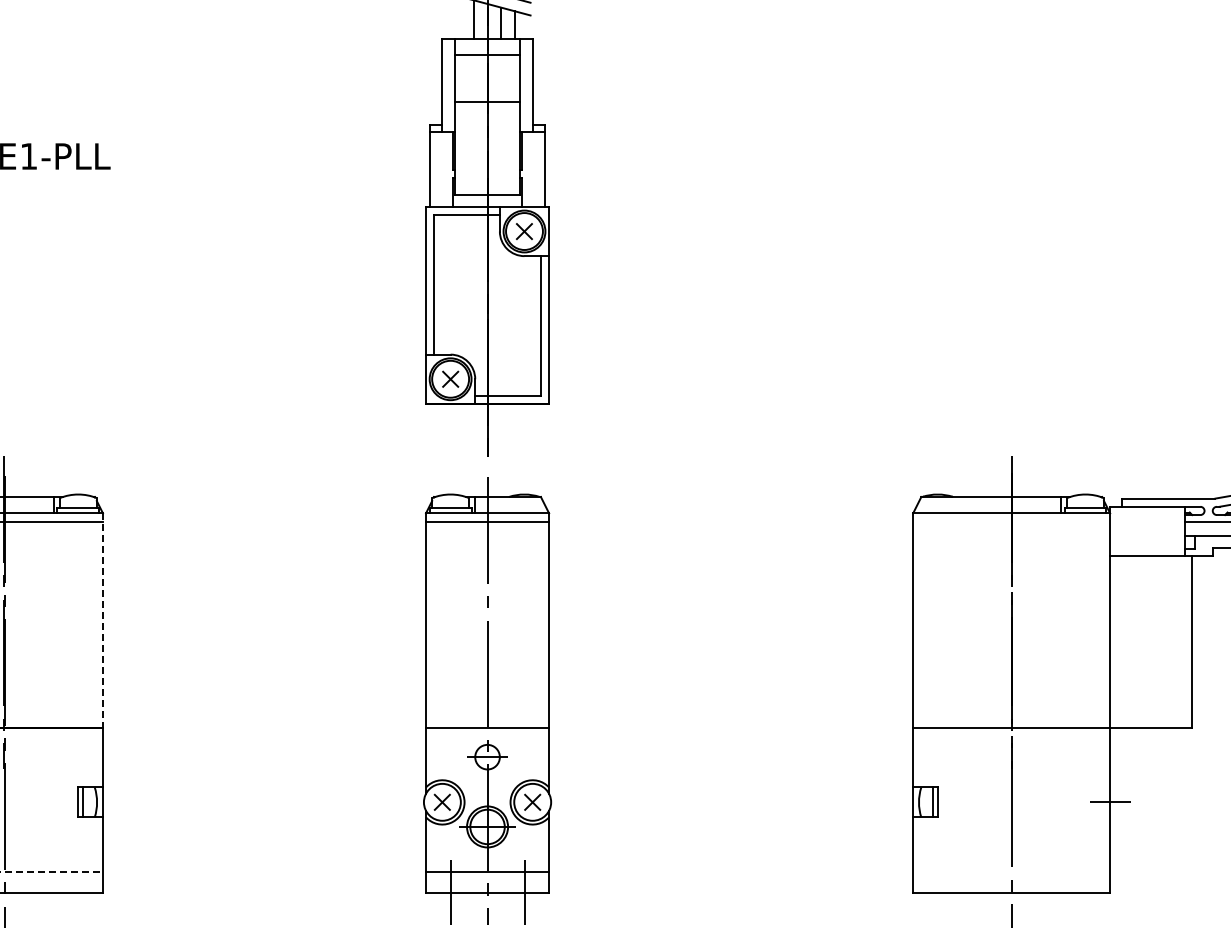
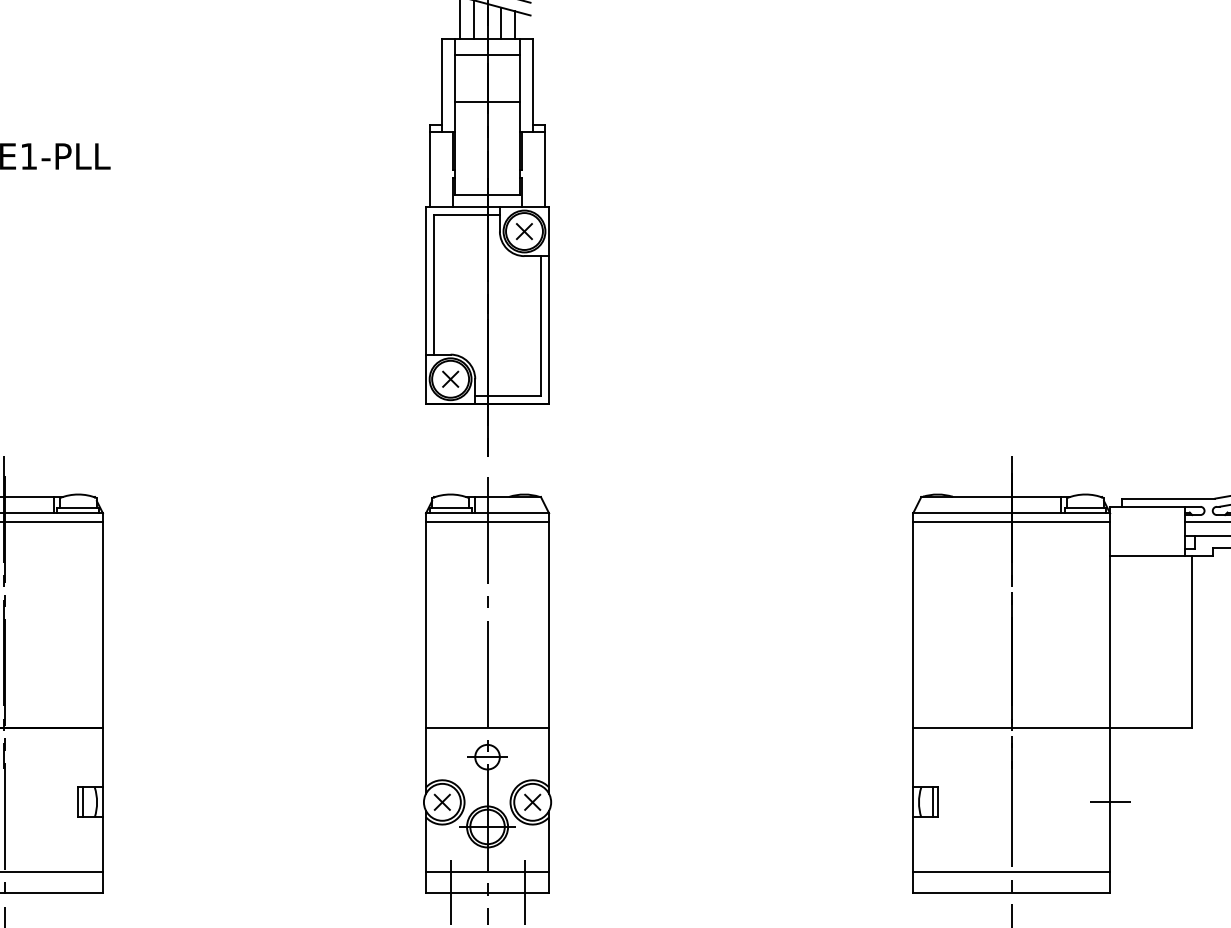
line at (460, 20): none -> present
line at (1011, 521): none -> present
line at (103, 620): dashed -> solid
line at (52, 872): dashed -> solid
line at (1011, 872): none -> present
